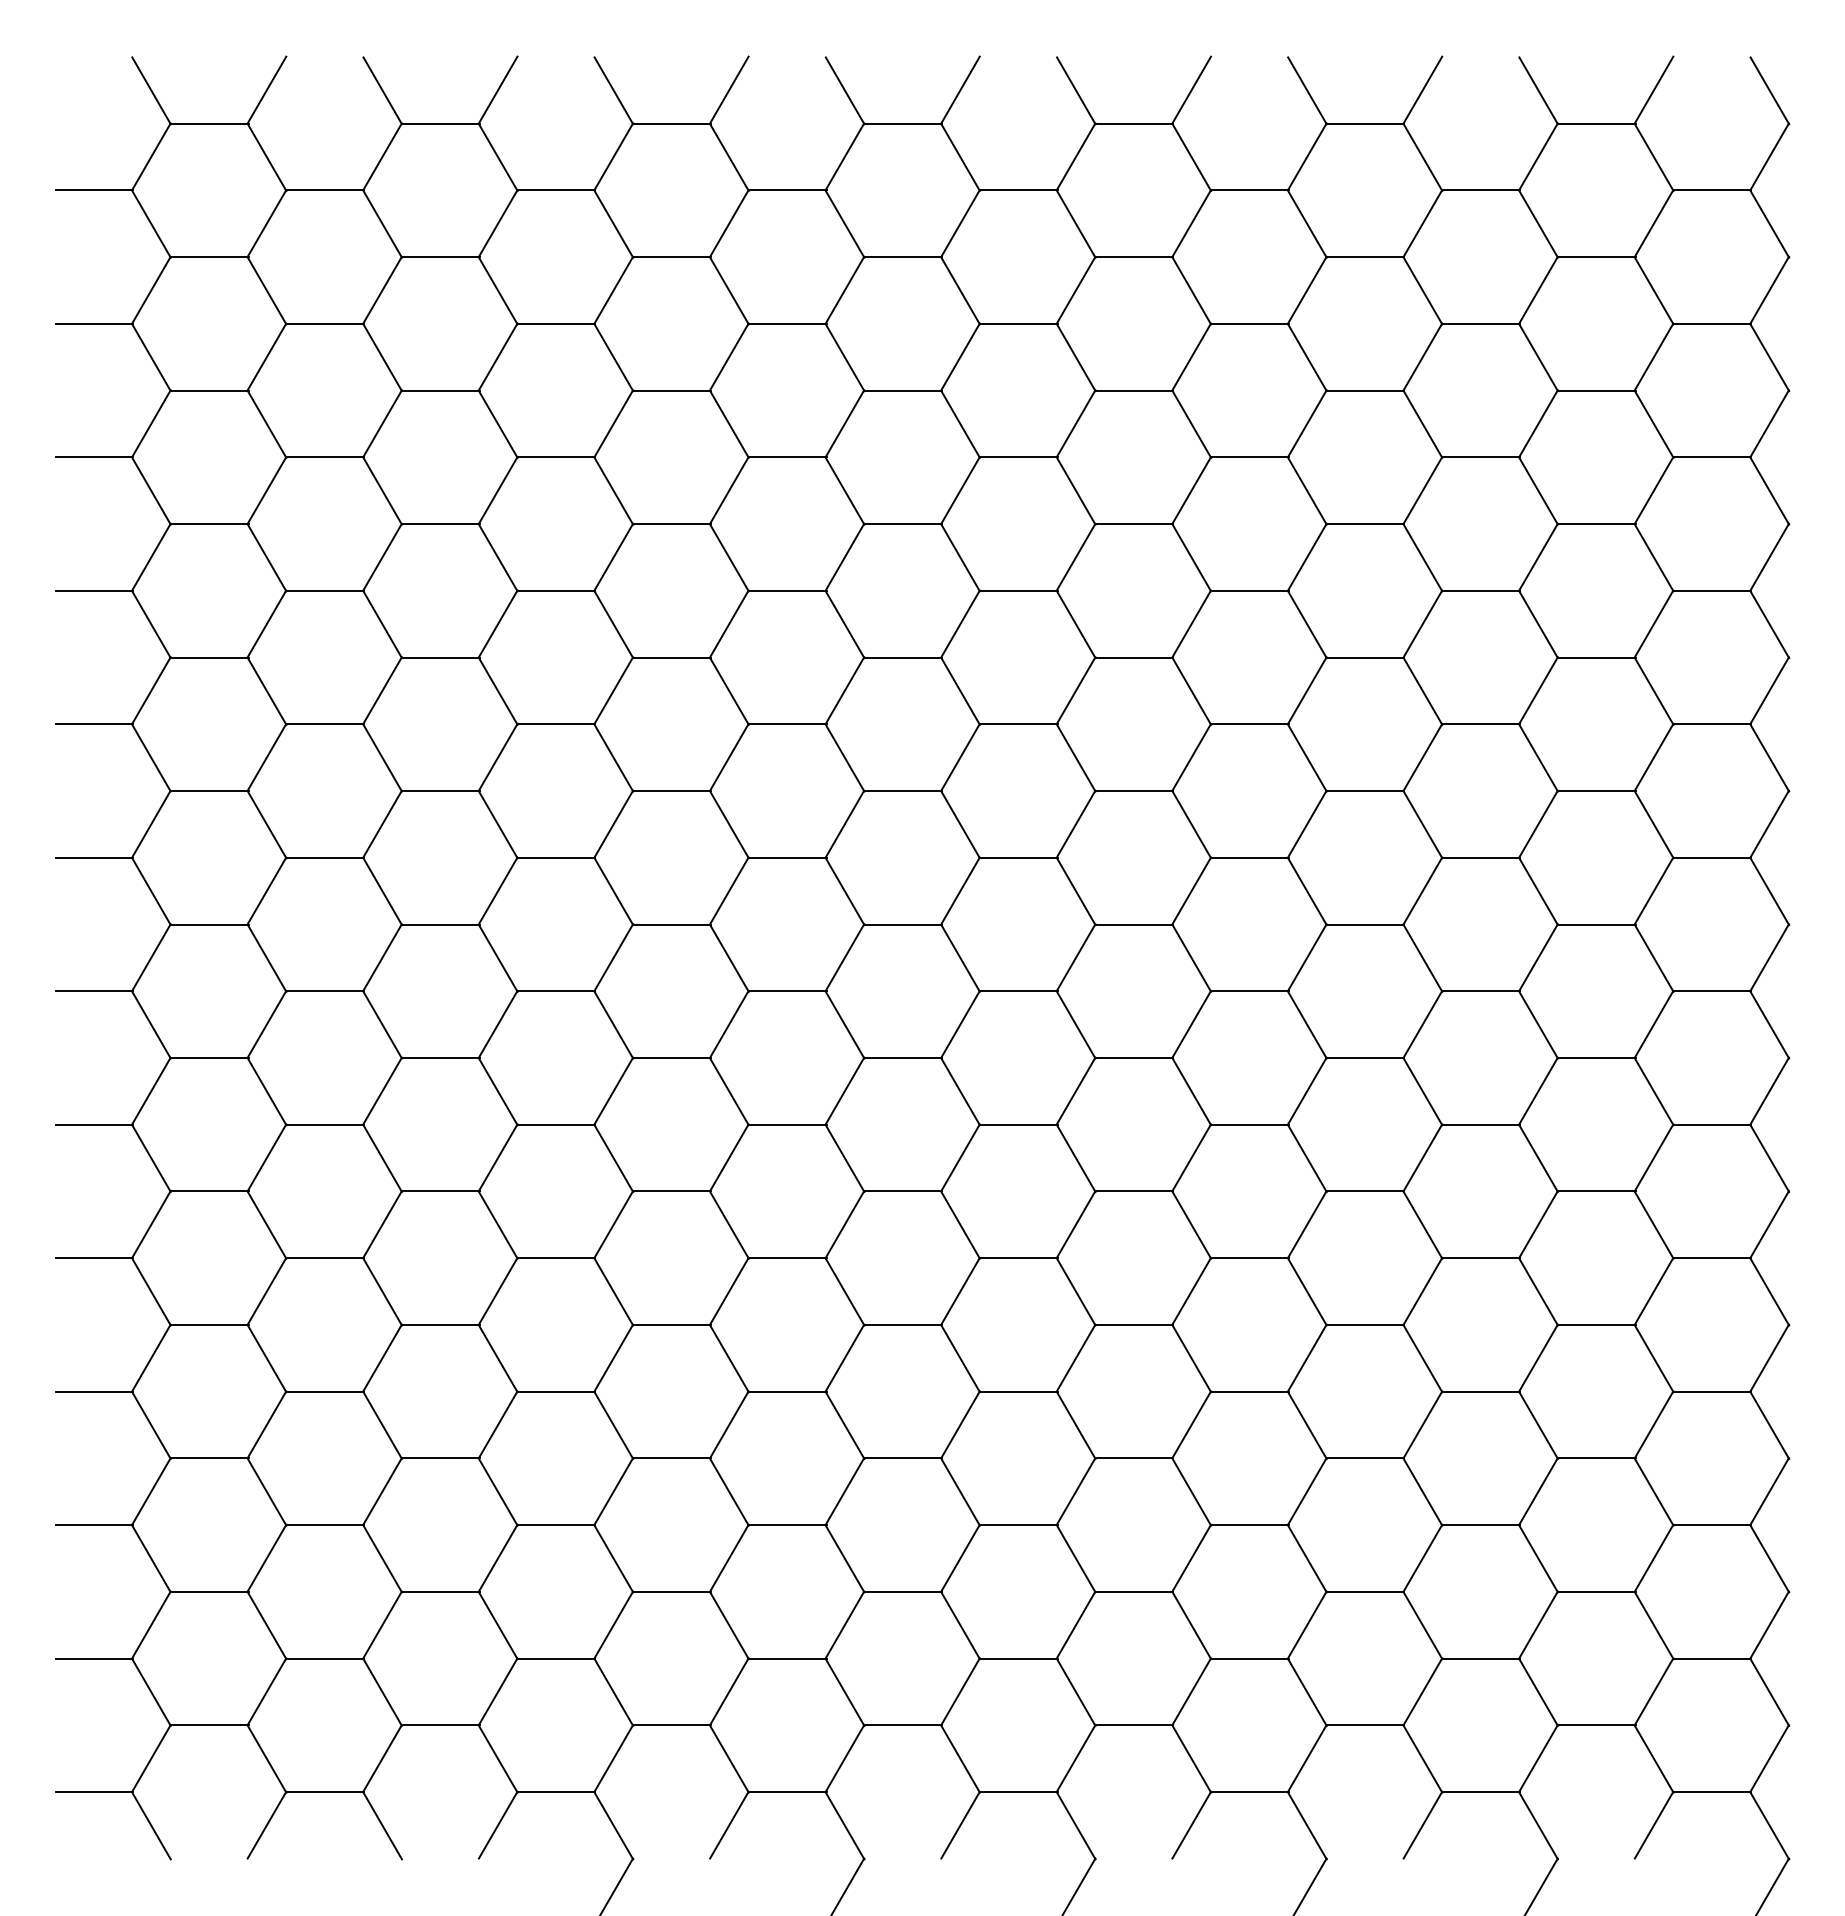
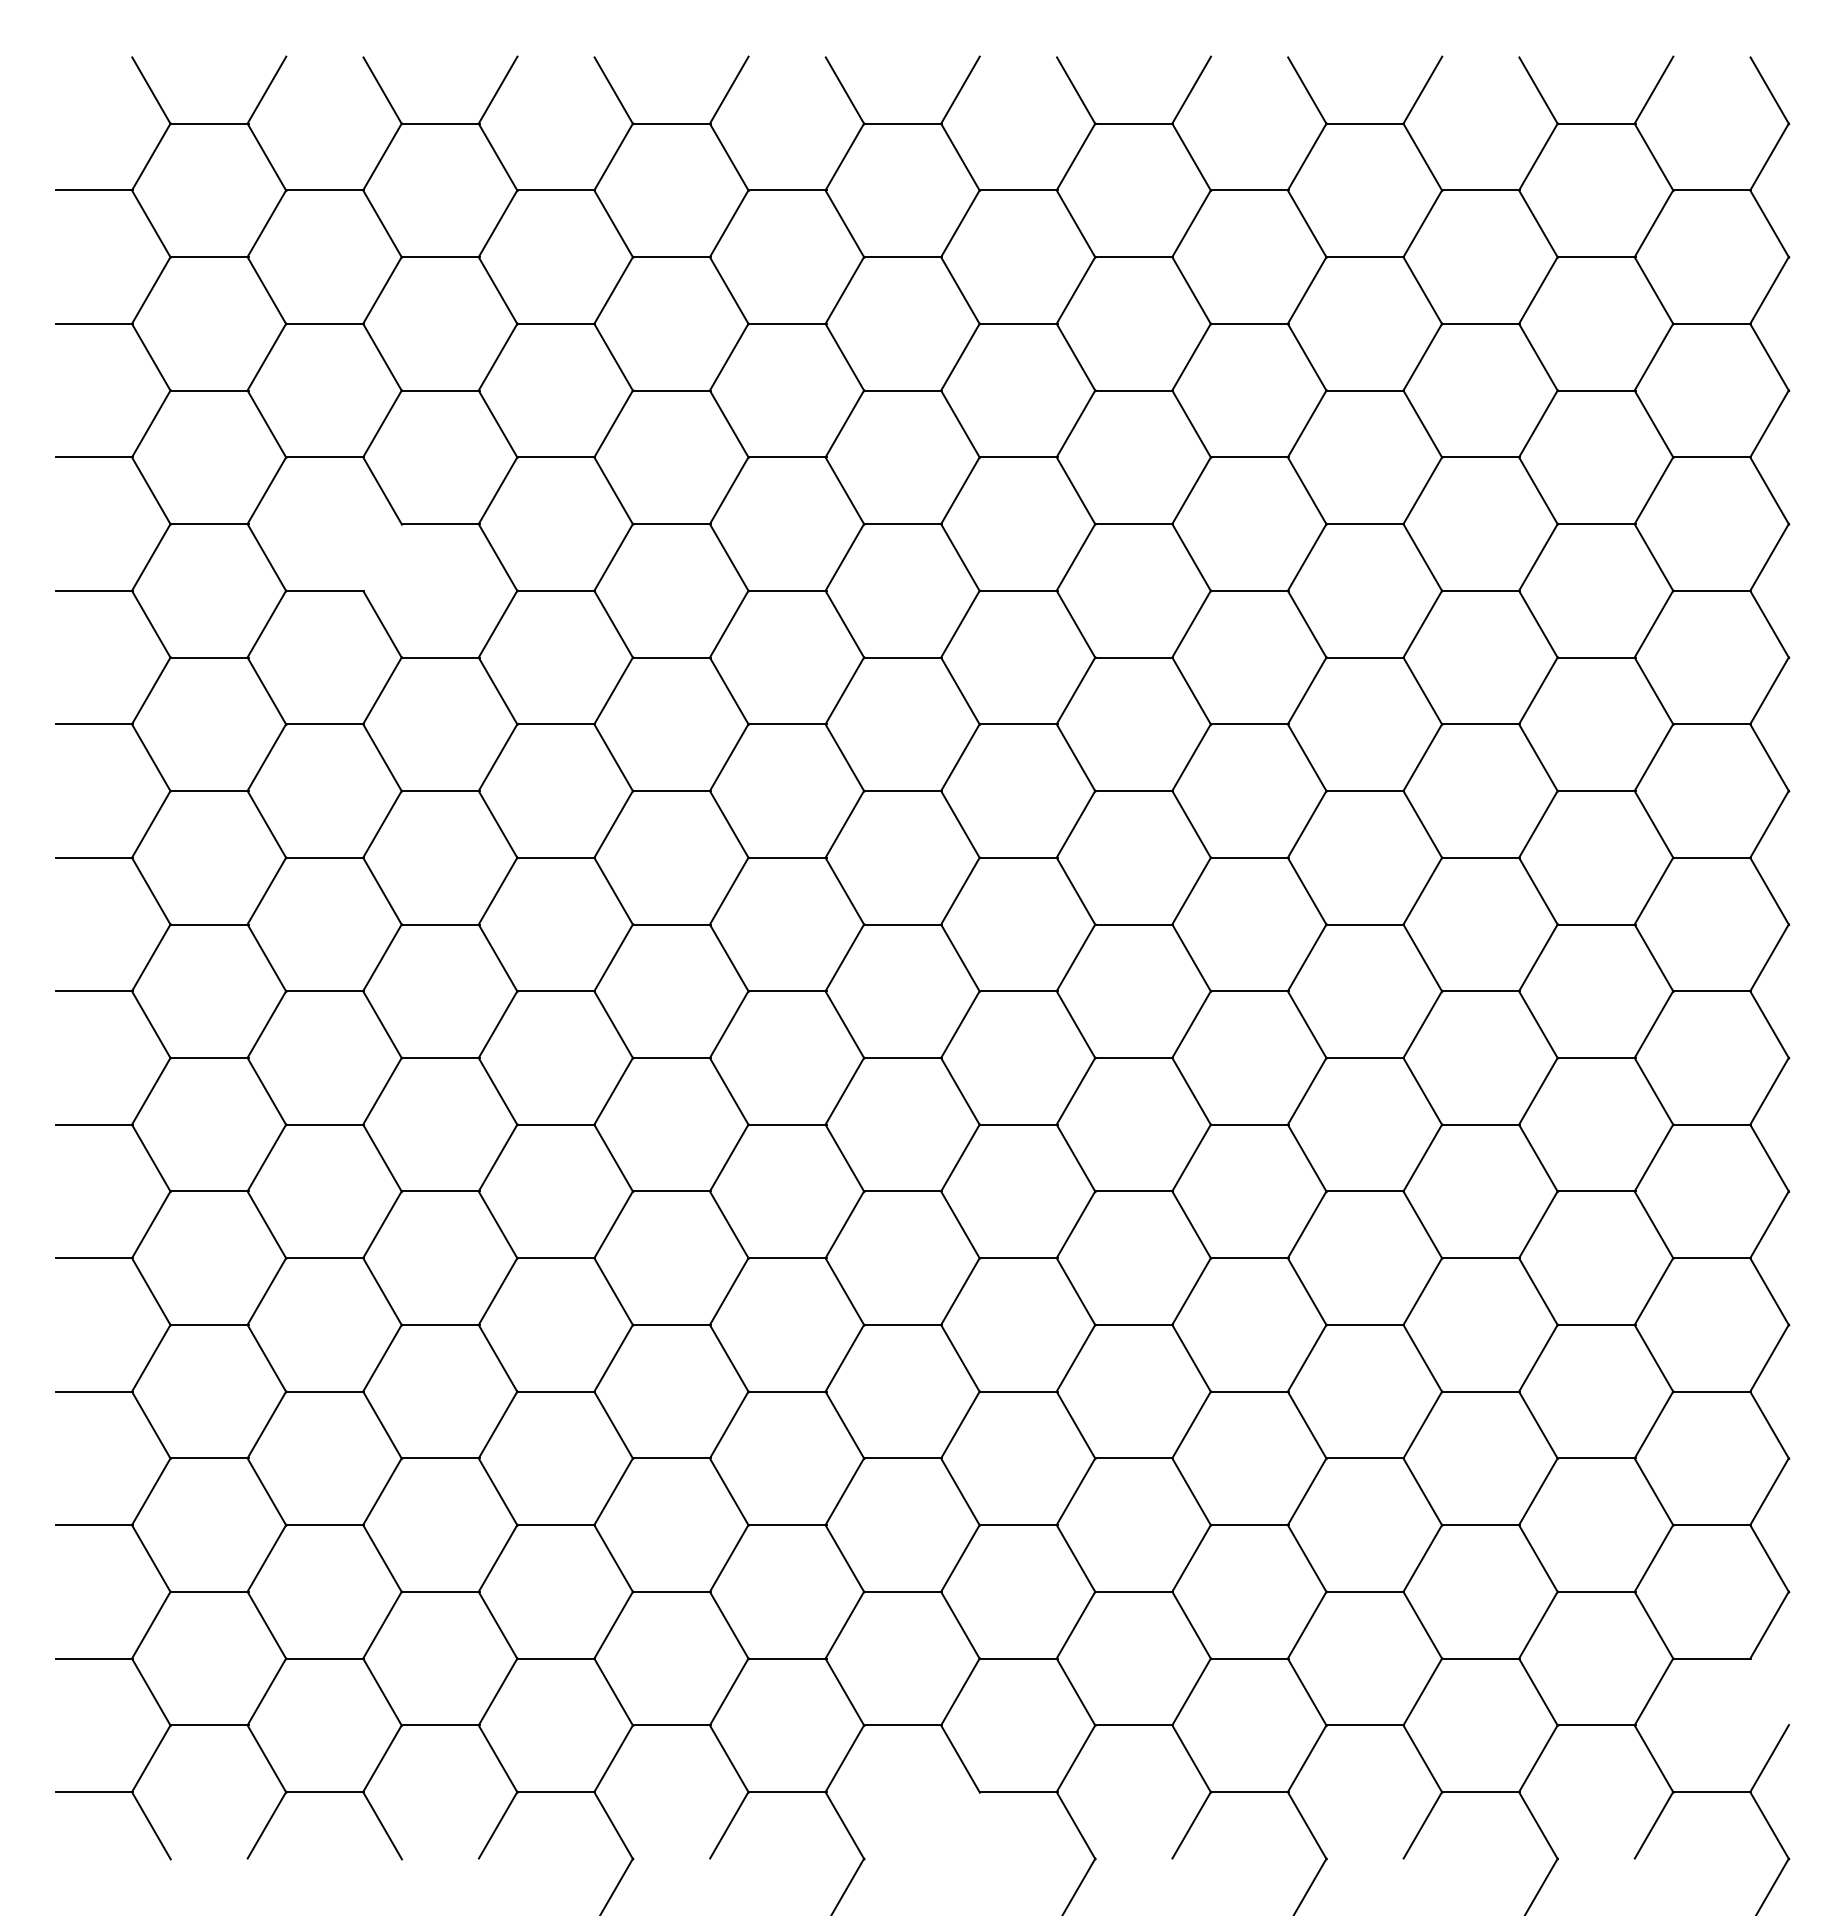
line at (382, 556): present -> none
line at (1769, 1692): present -> none
line at (960, 1824): present -> none
